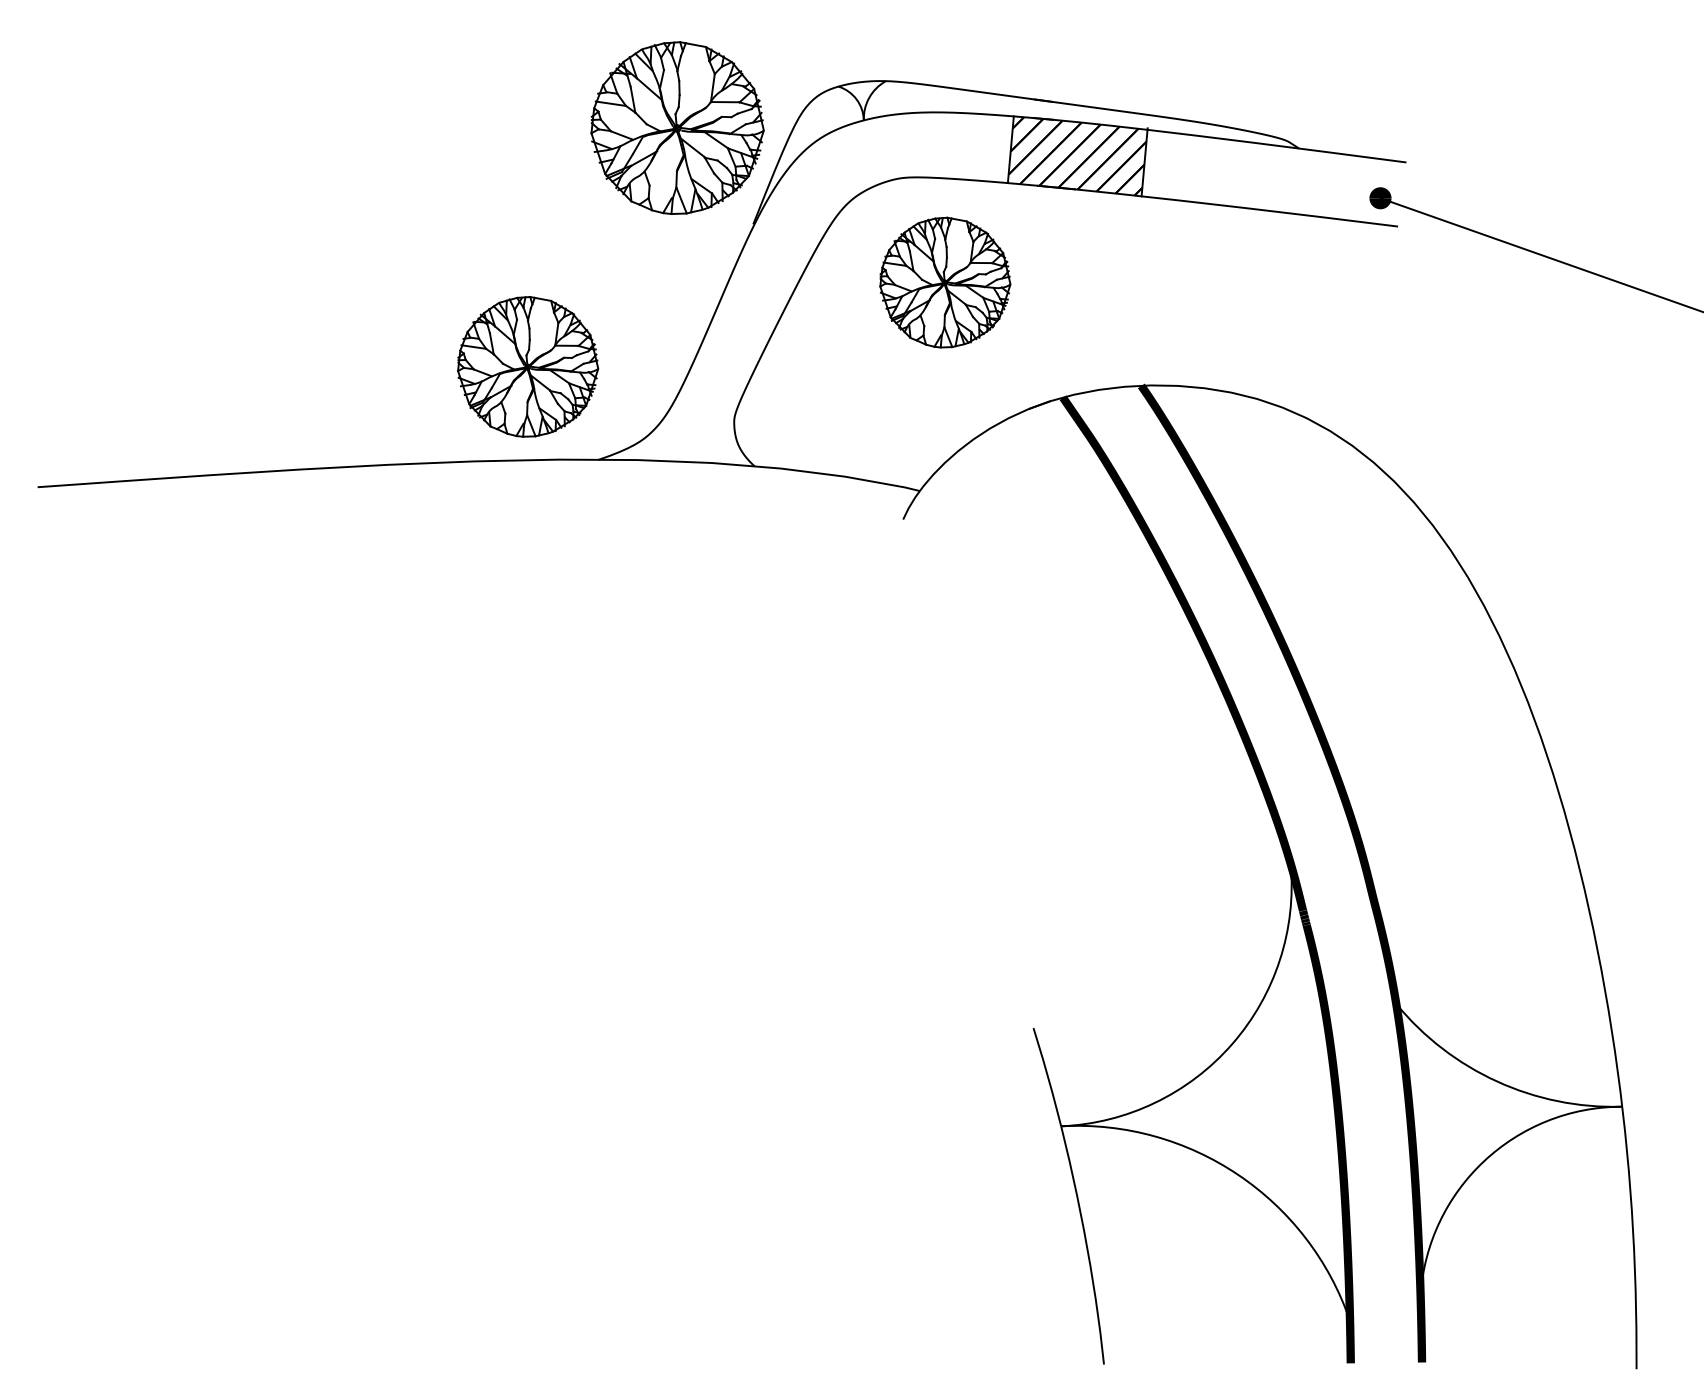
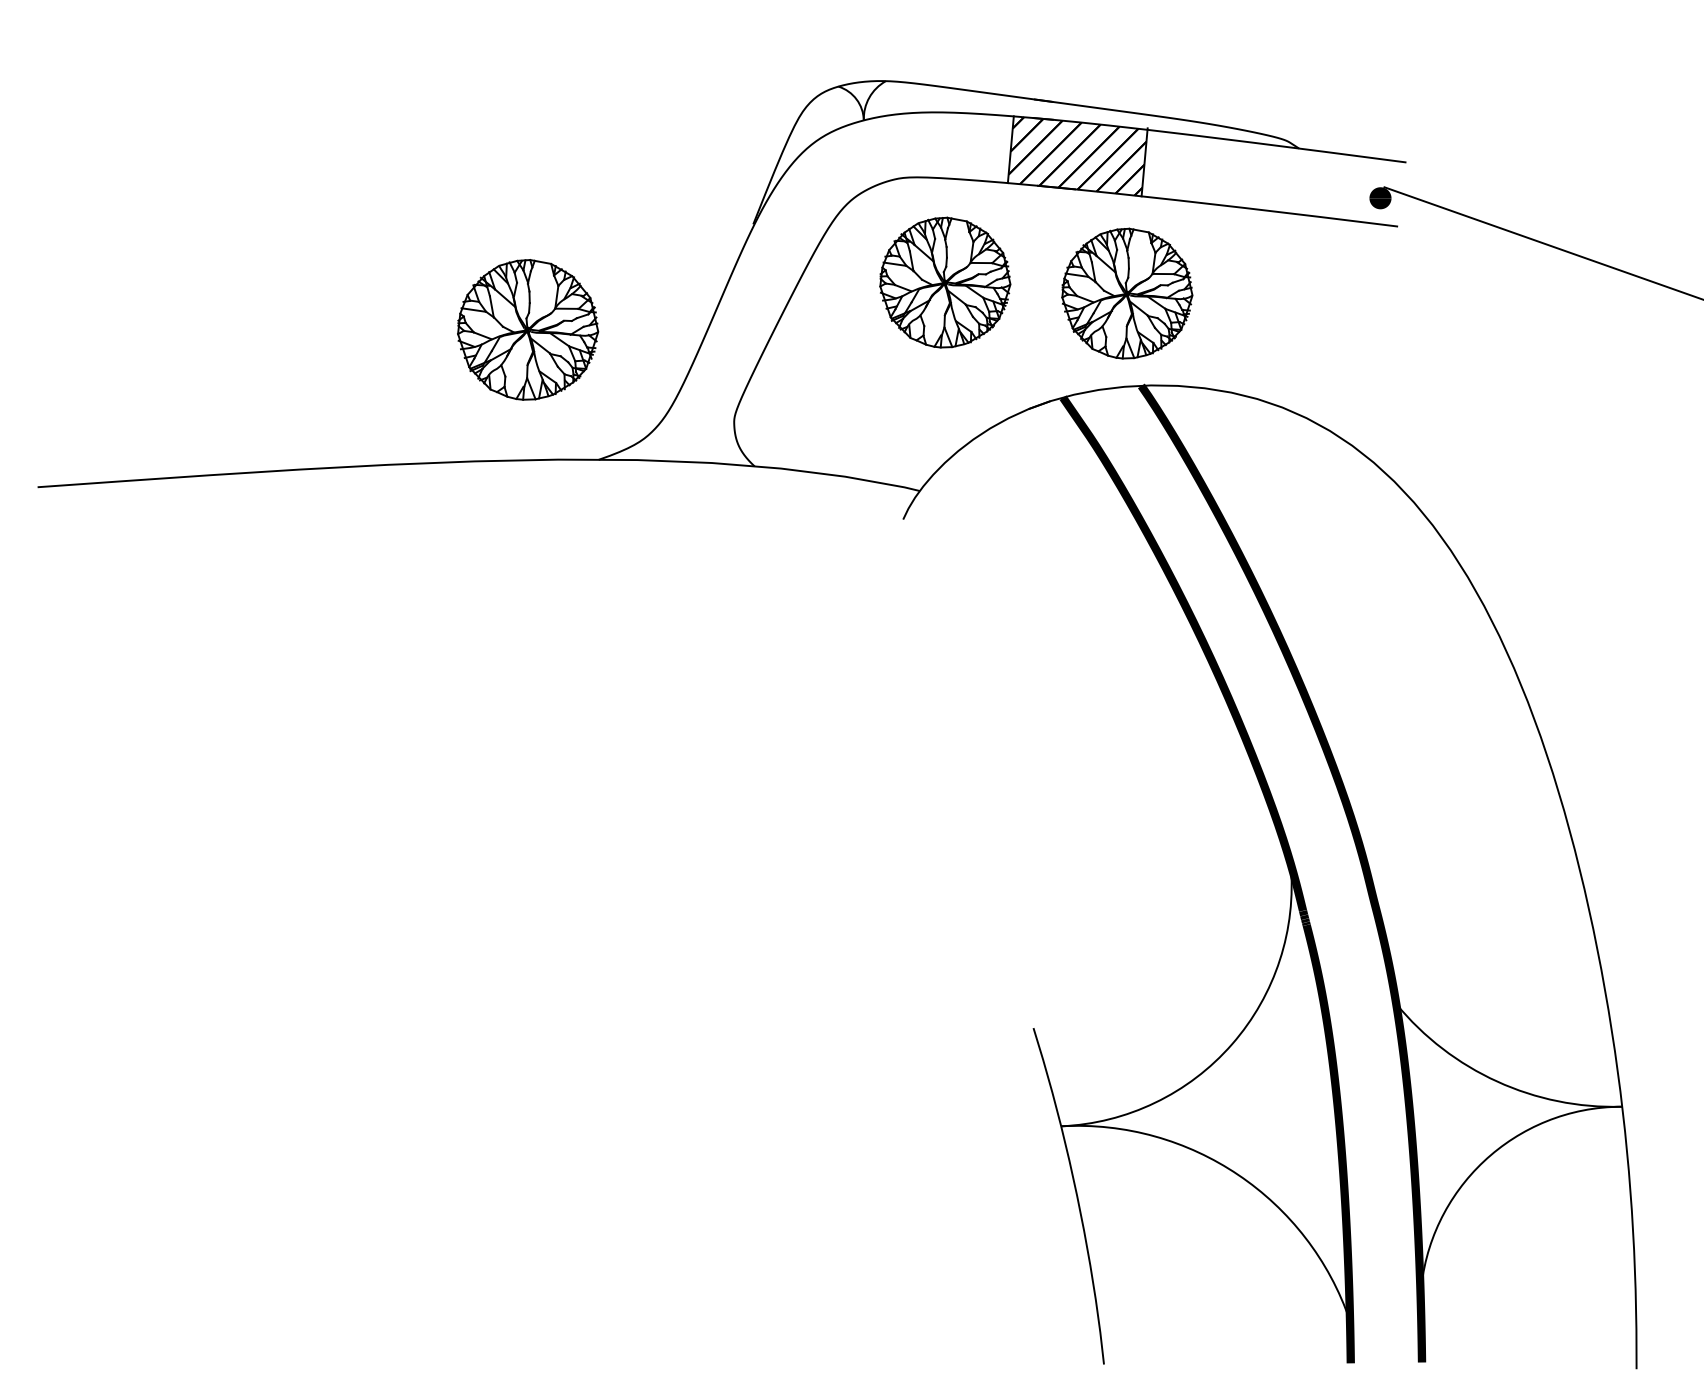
part at (677, 127): present -> none
line at (1540, 254) position: (1540, 254) -> (1542, 242)
part at (1127, 293): none -> present
part at (528, 366) position: (528, 366) -> (528, 329)
